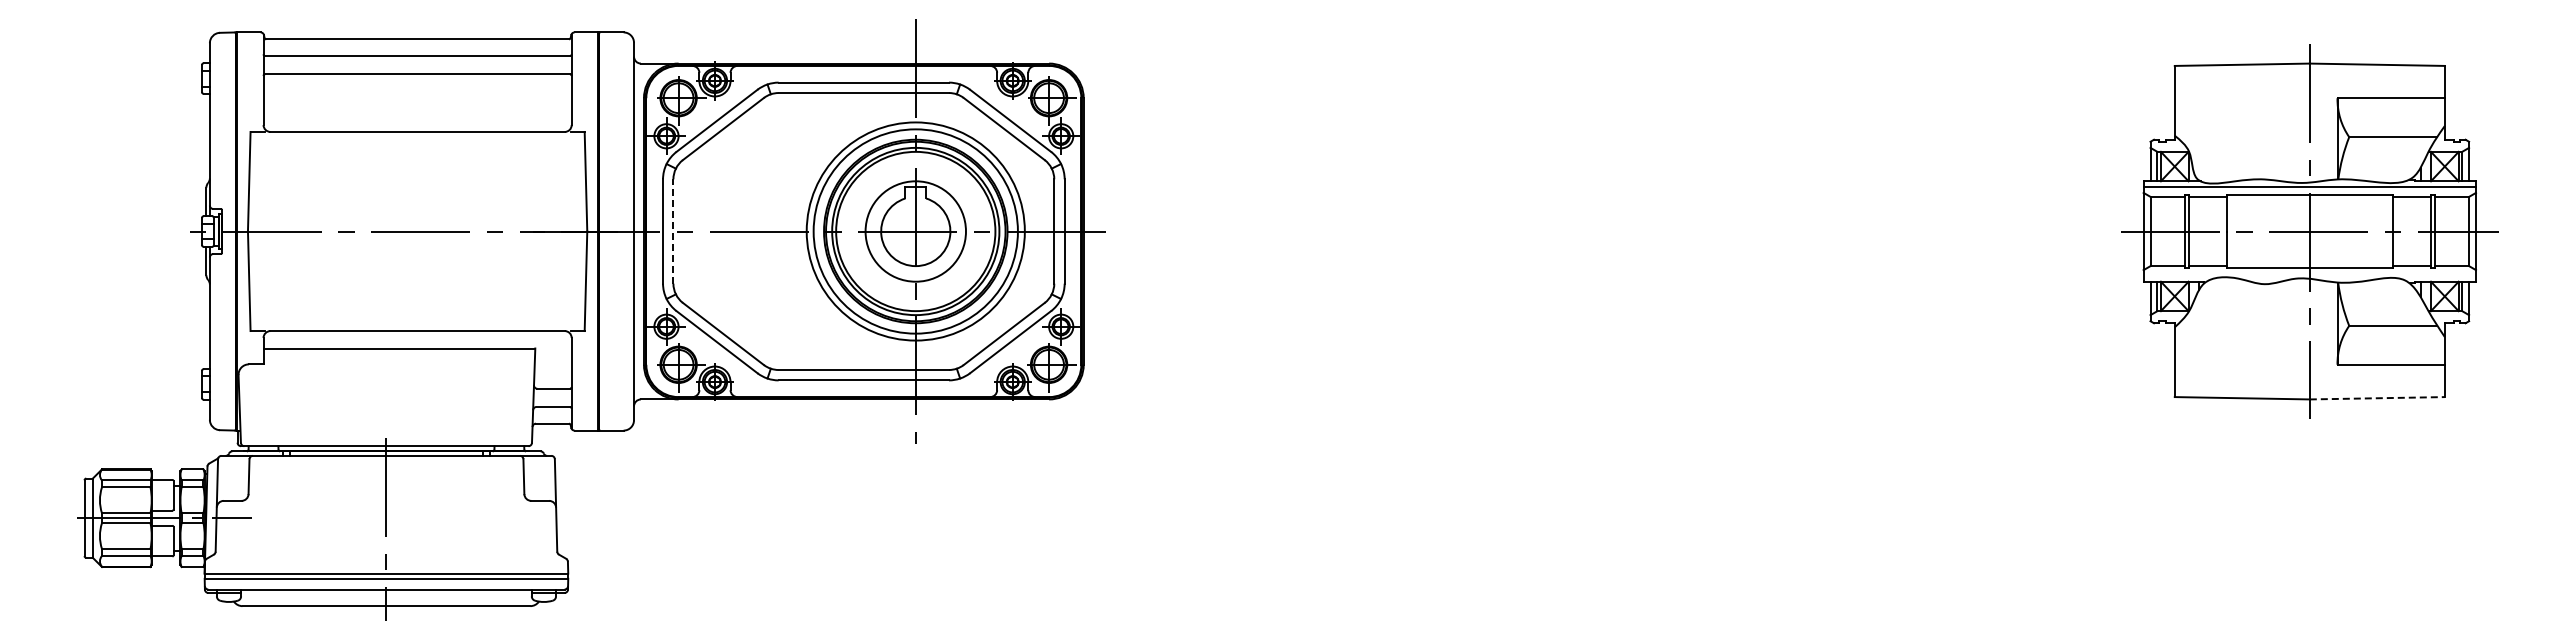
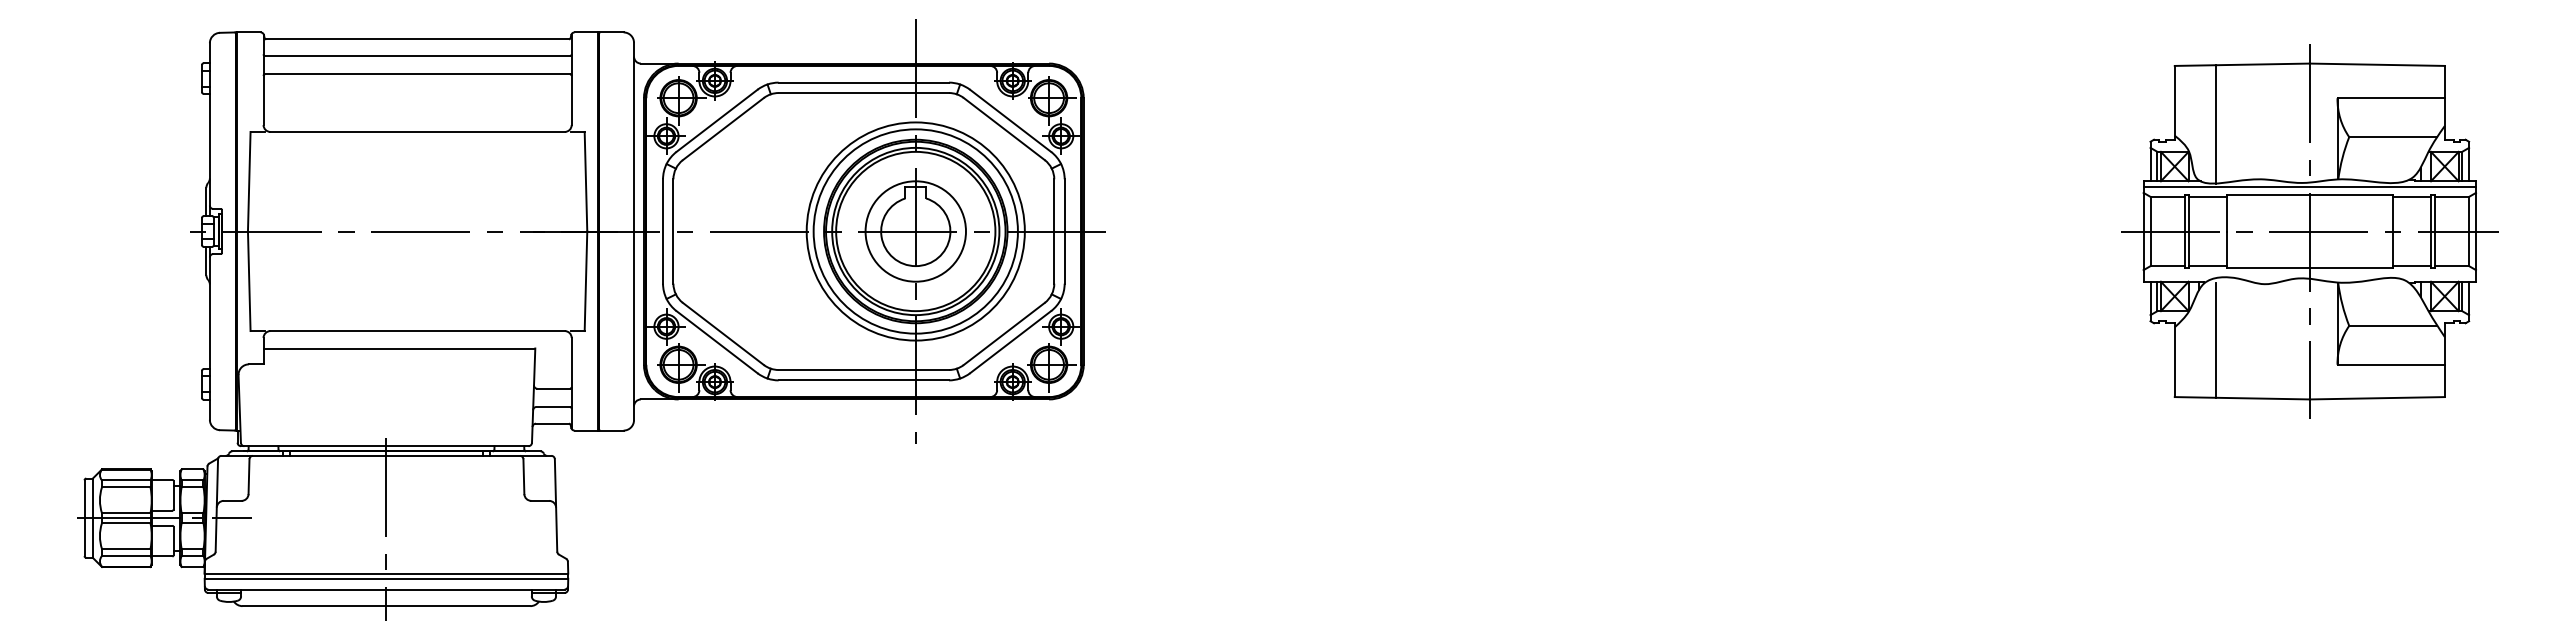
line at (2216, 124): none -> present
line at (673, 231): dashed -> solid
line at (2216, 340): none -> present
line at (2377, 398): dashed -> solid
